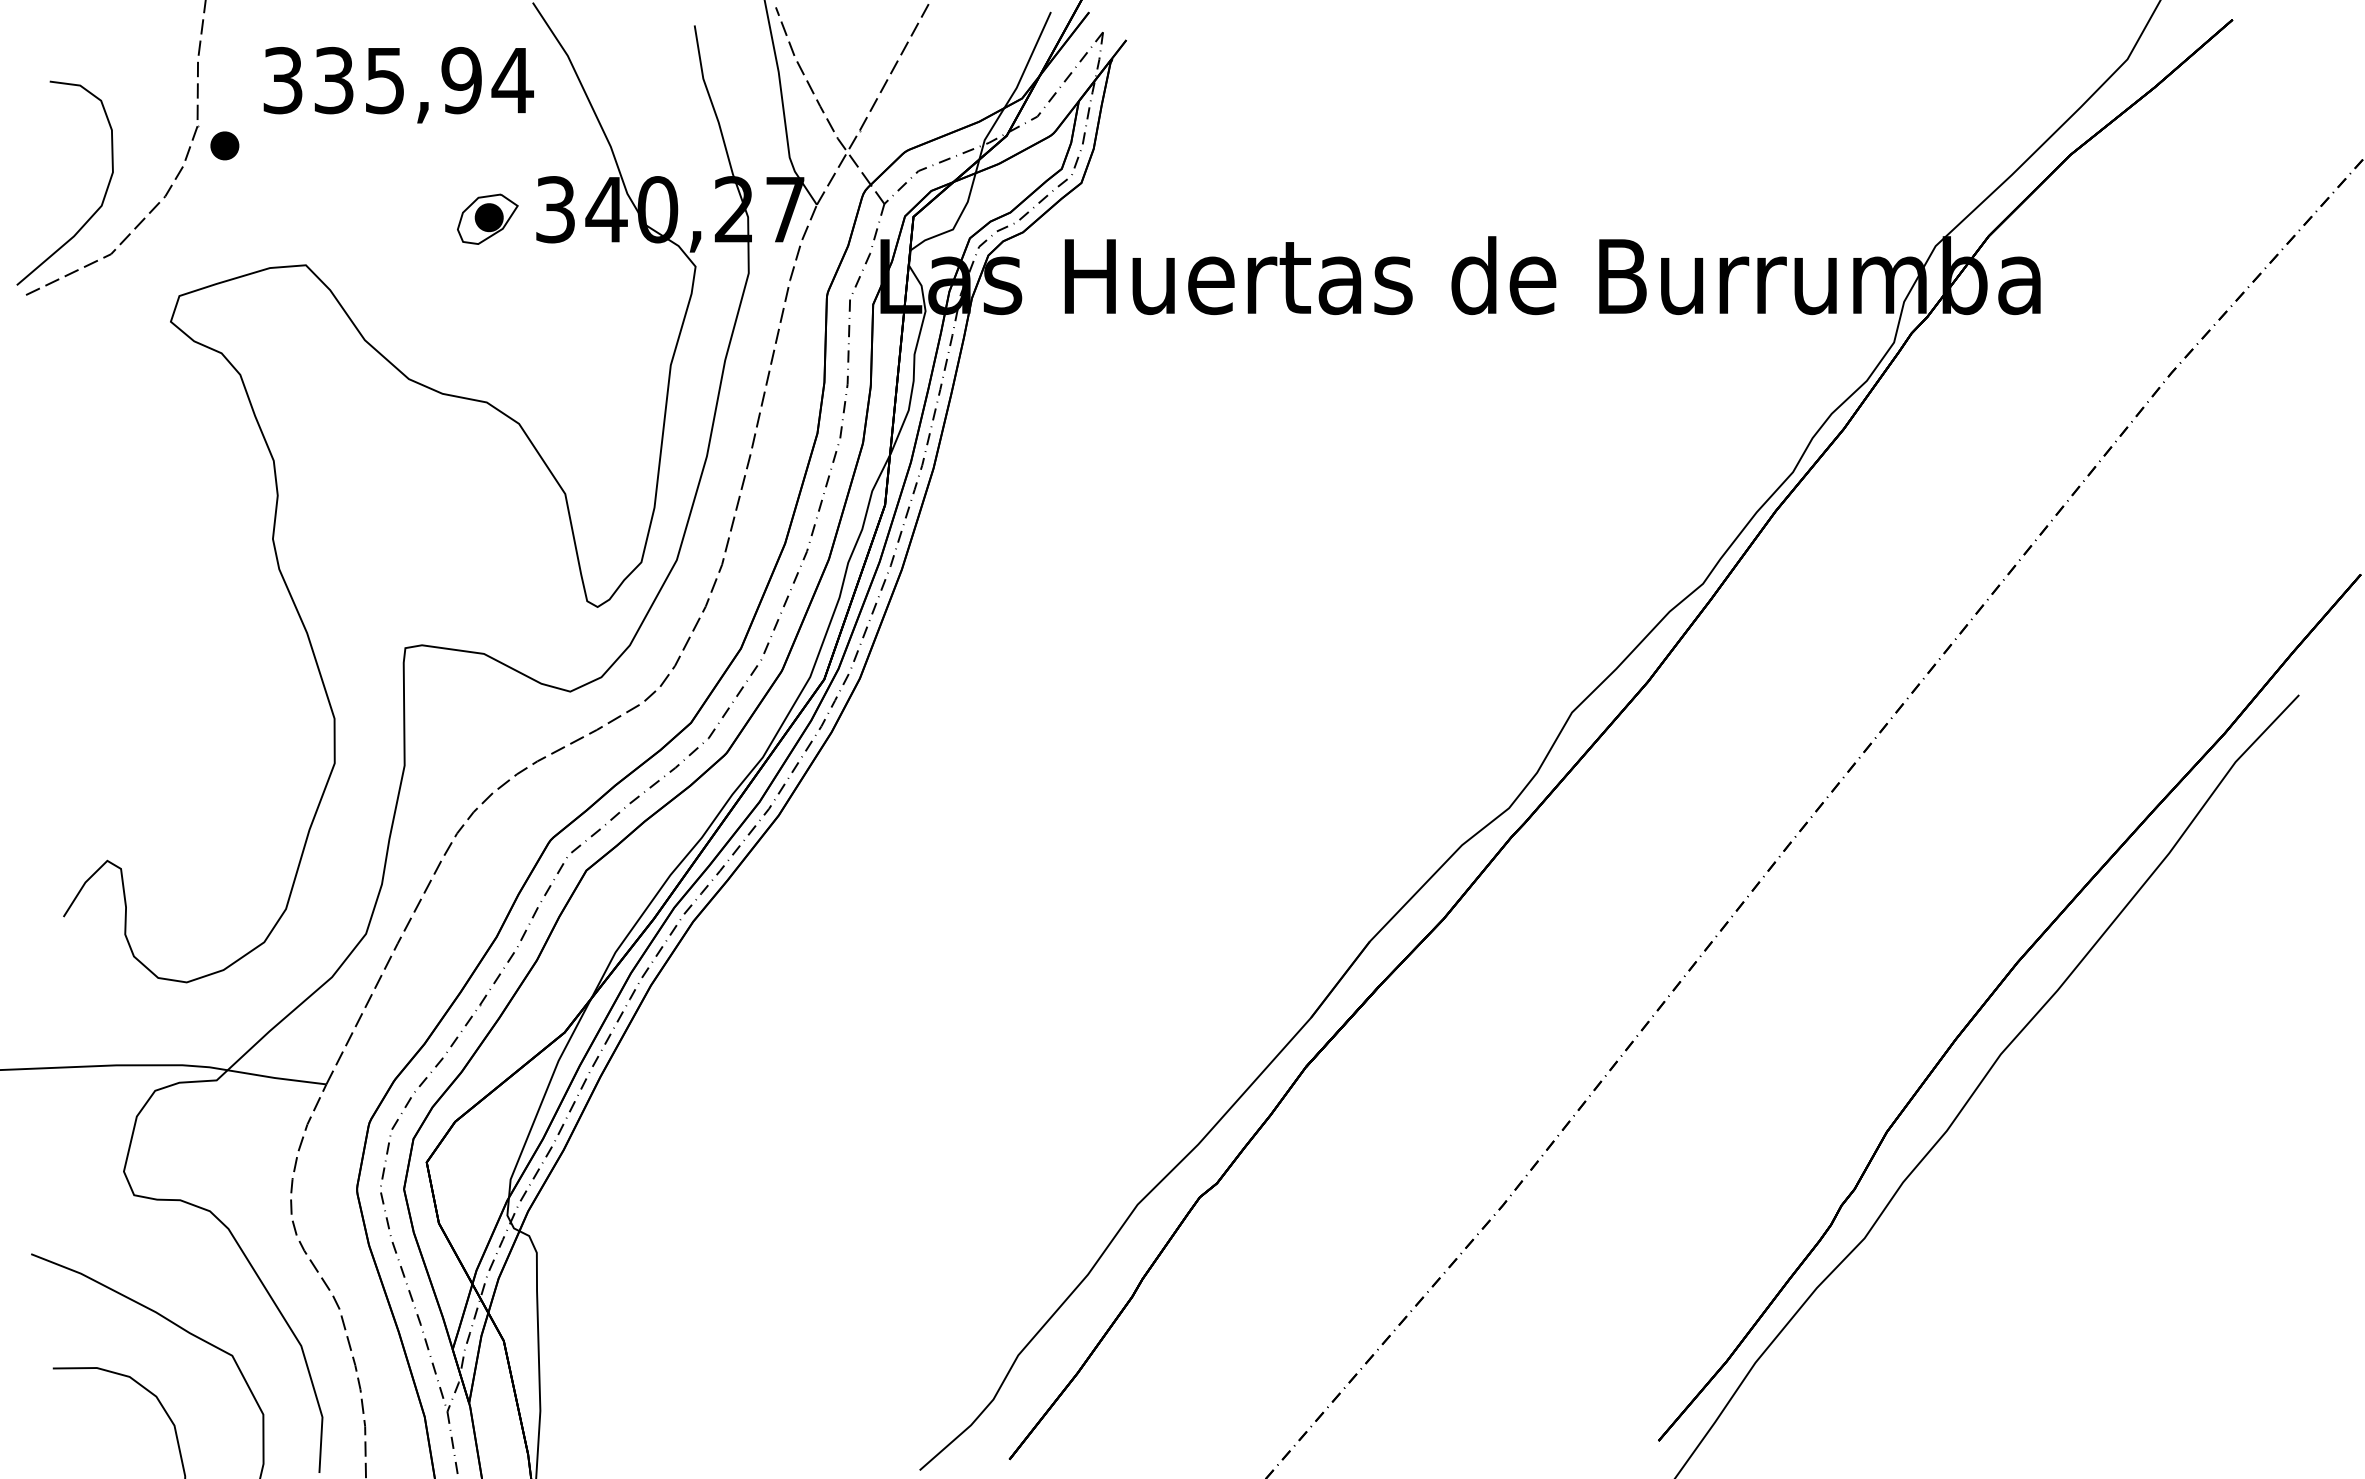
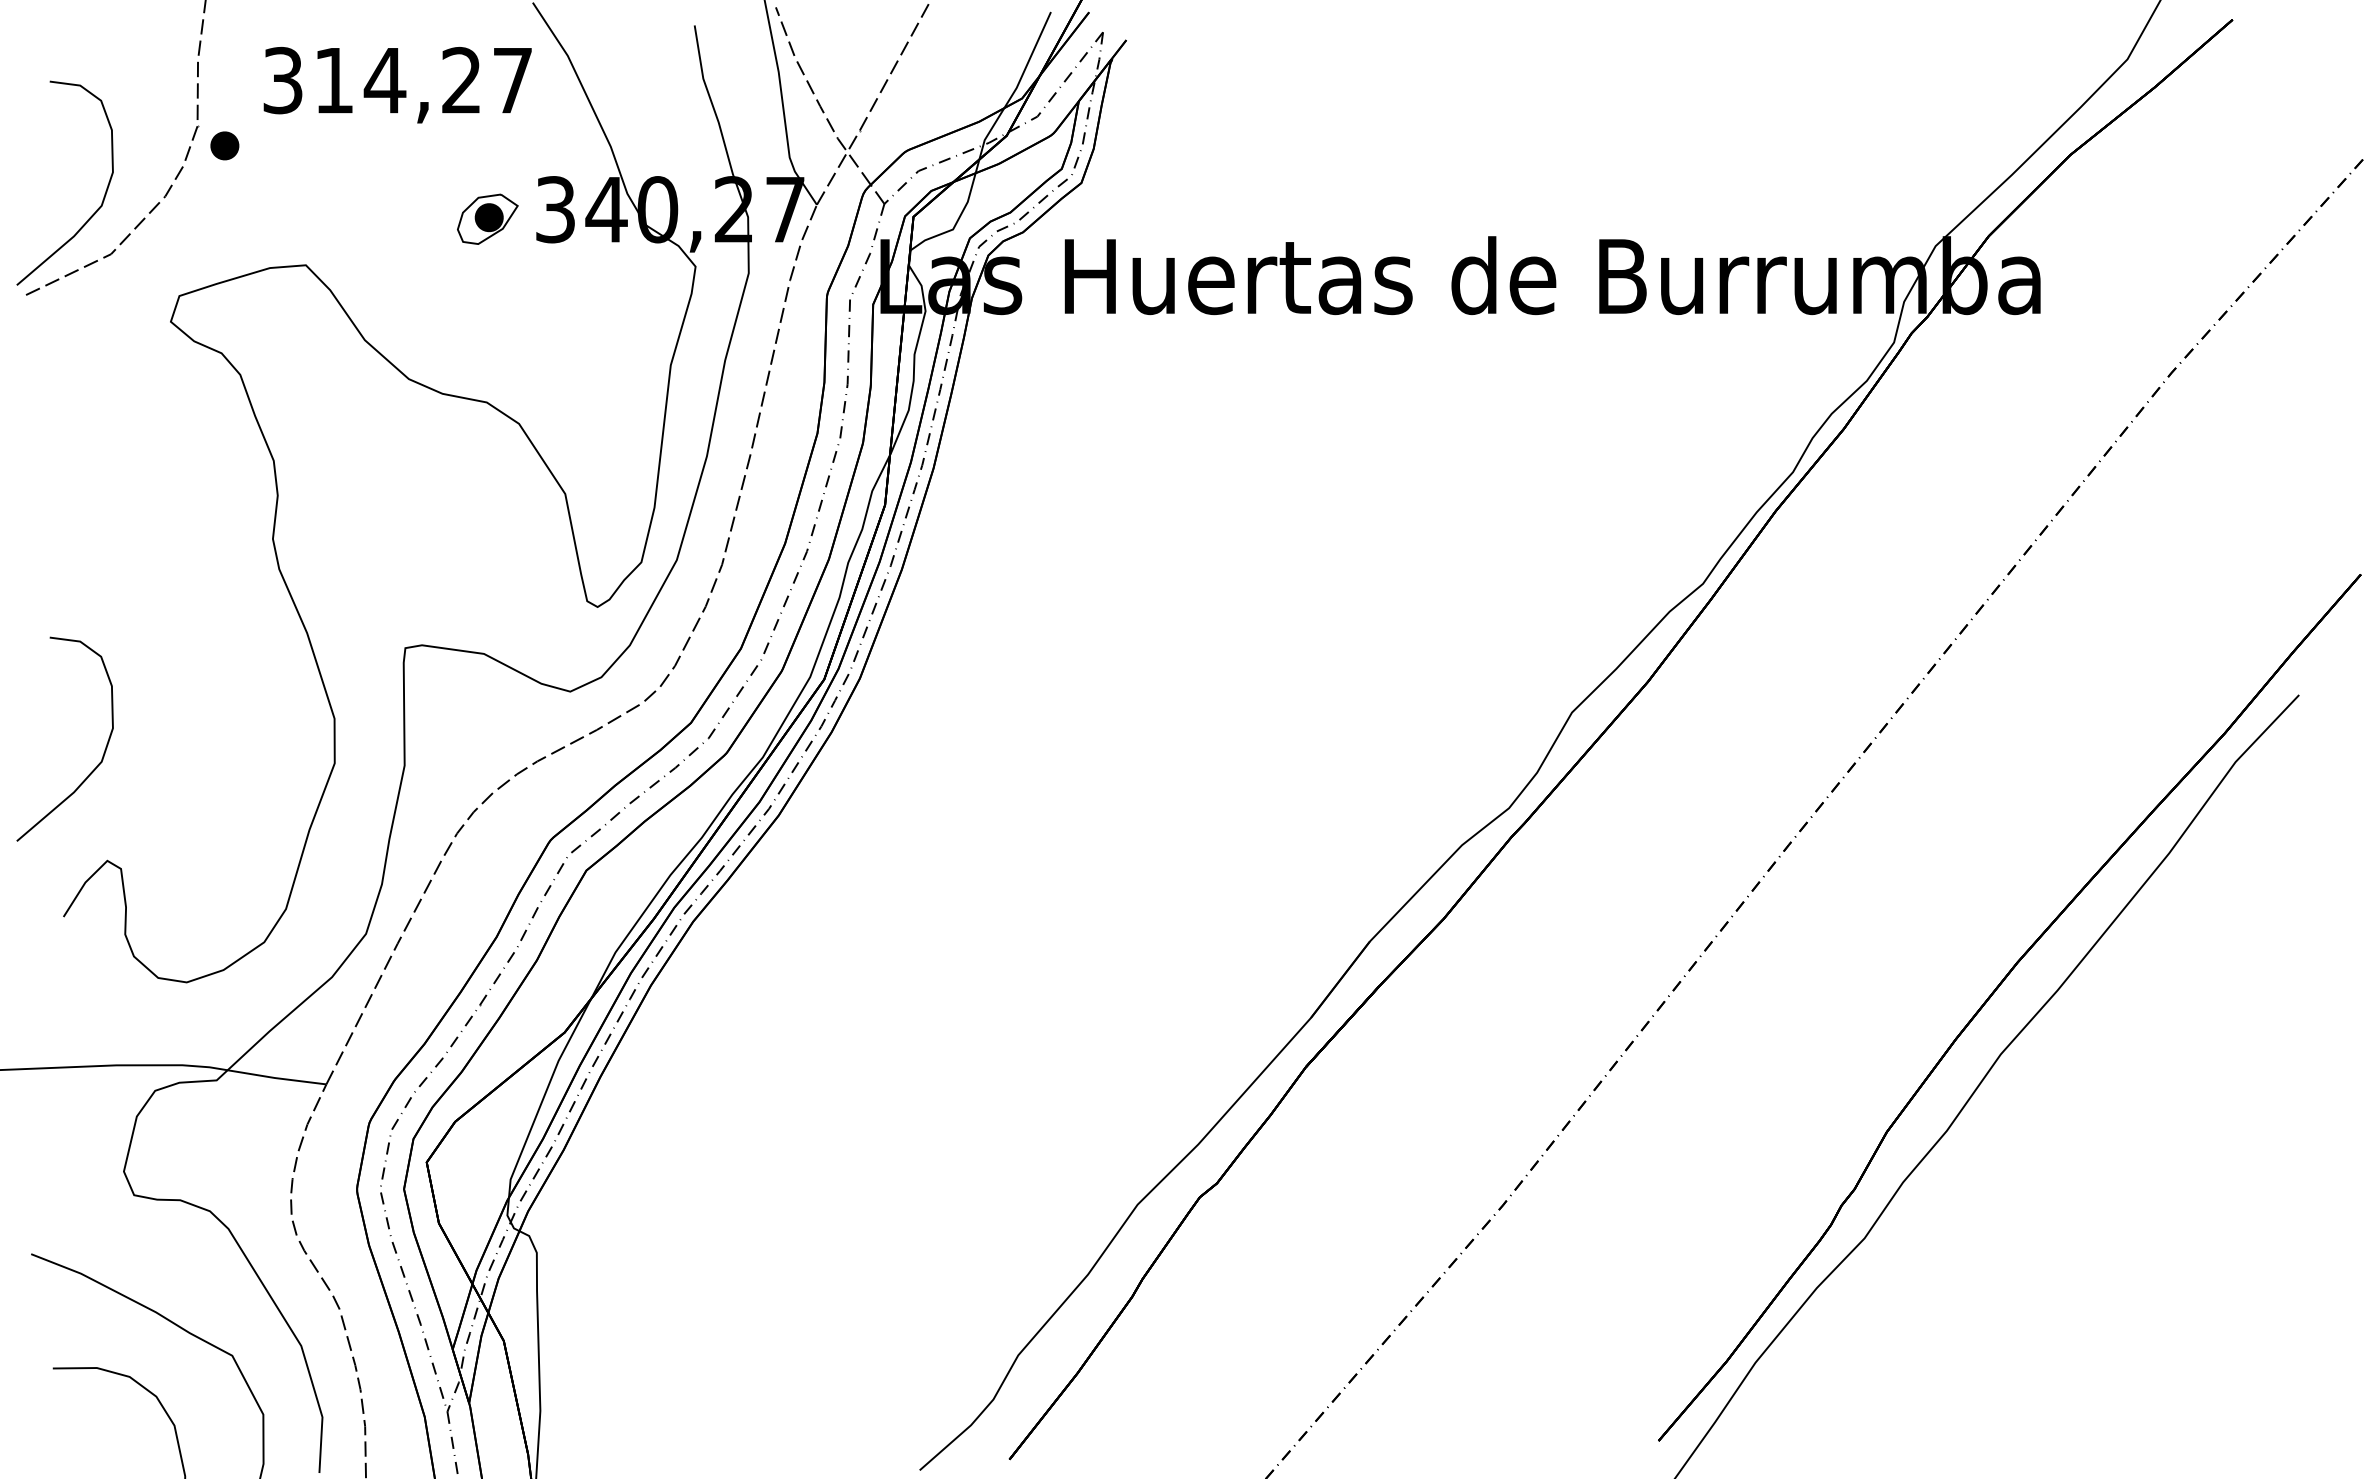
text at (423, 80): 335,94 -> 314,27
curve at (103, 752): none -> present
